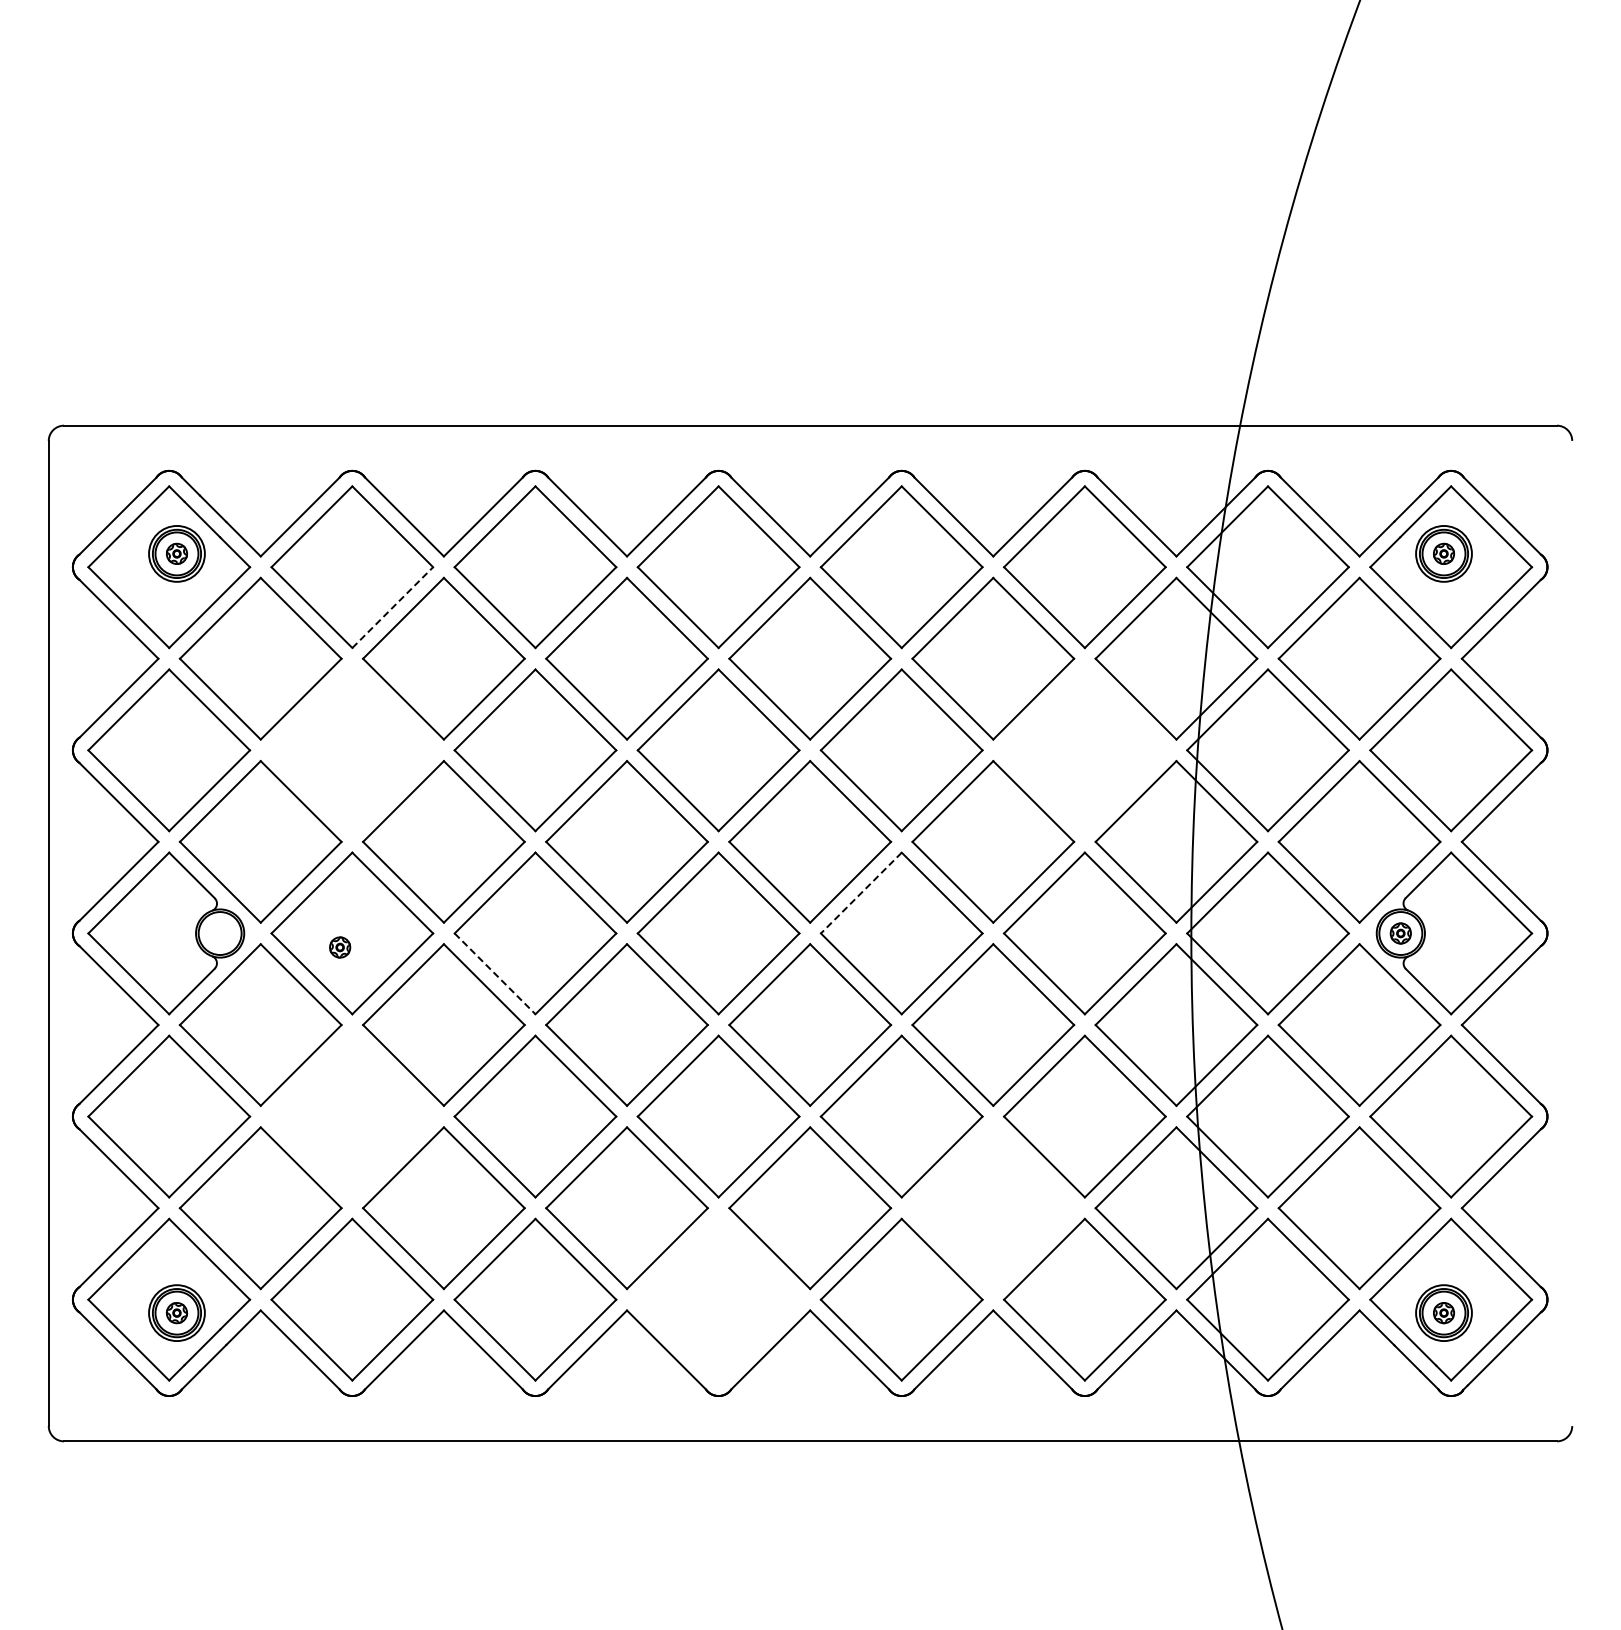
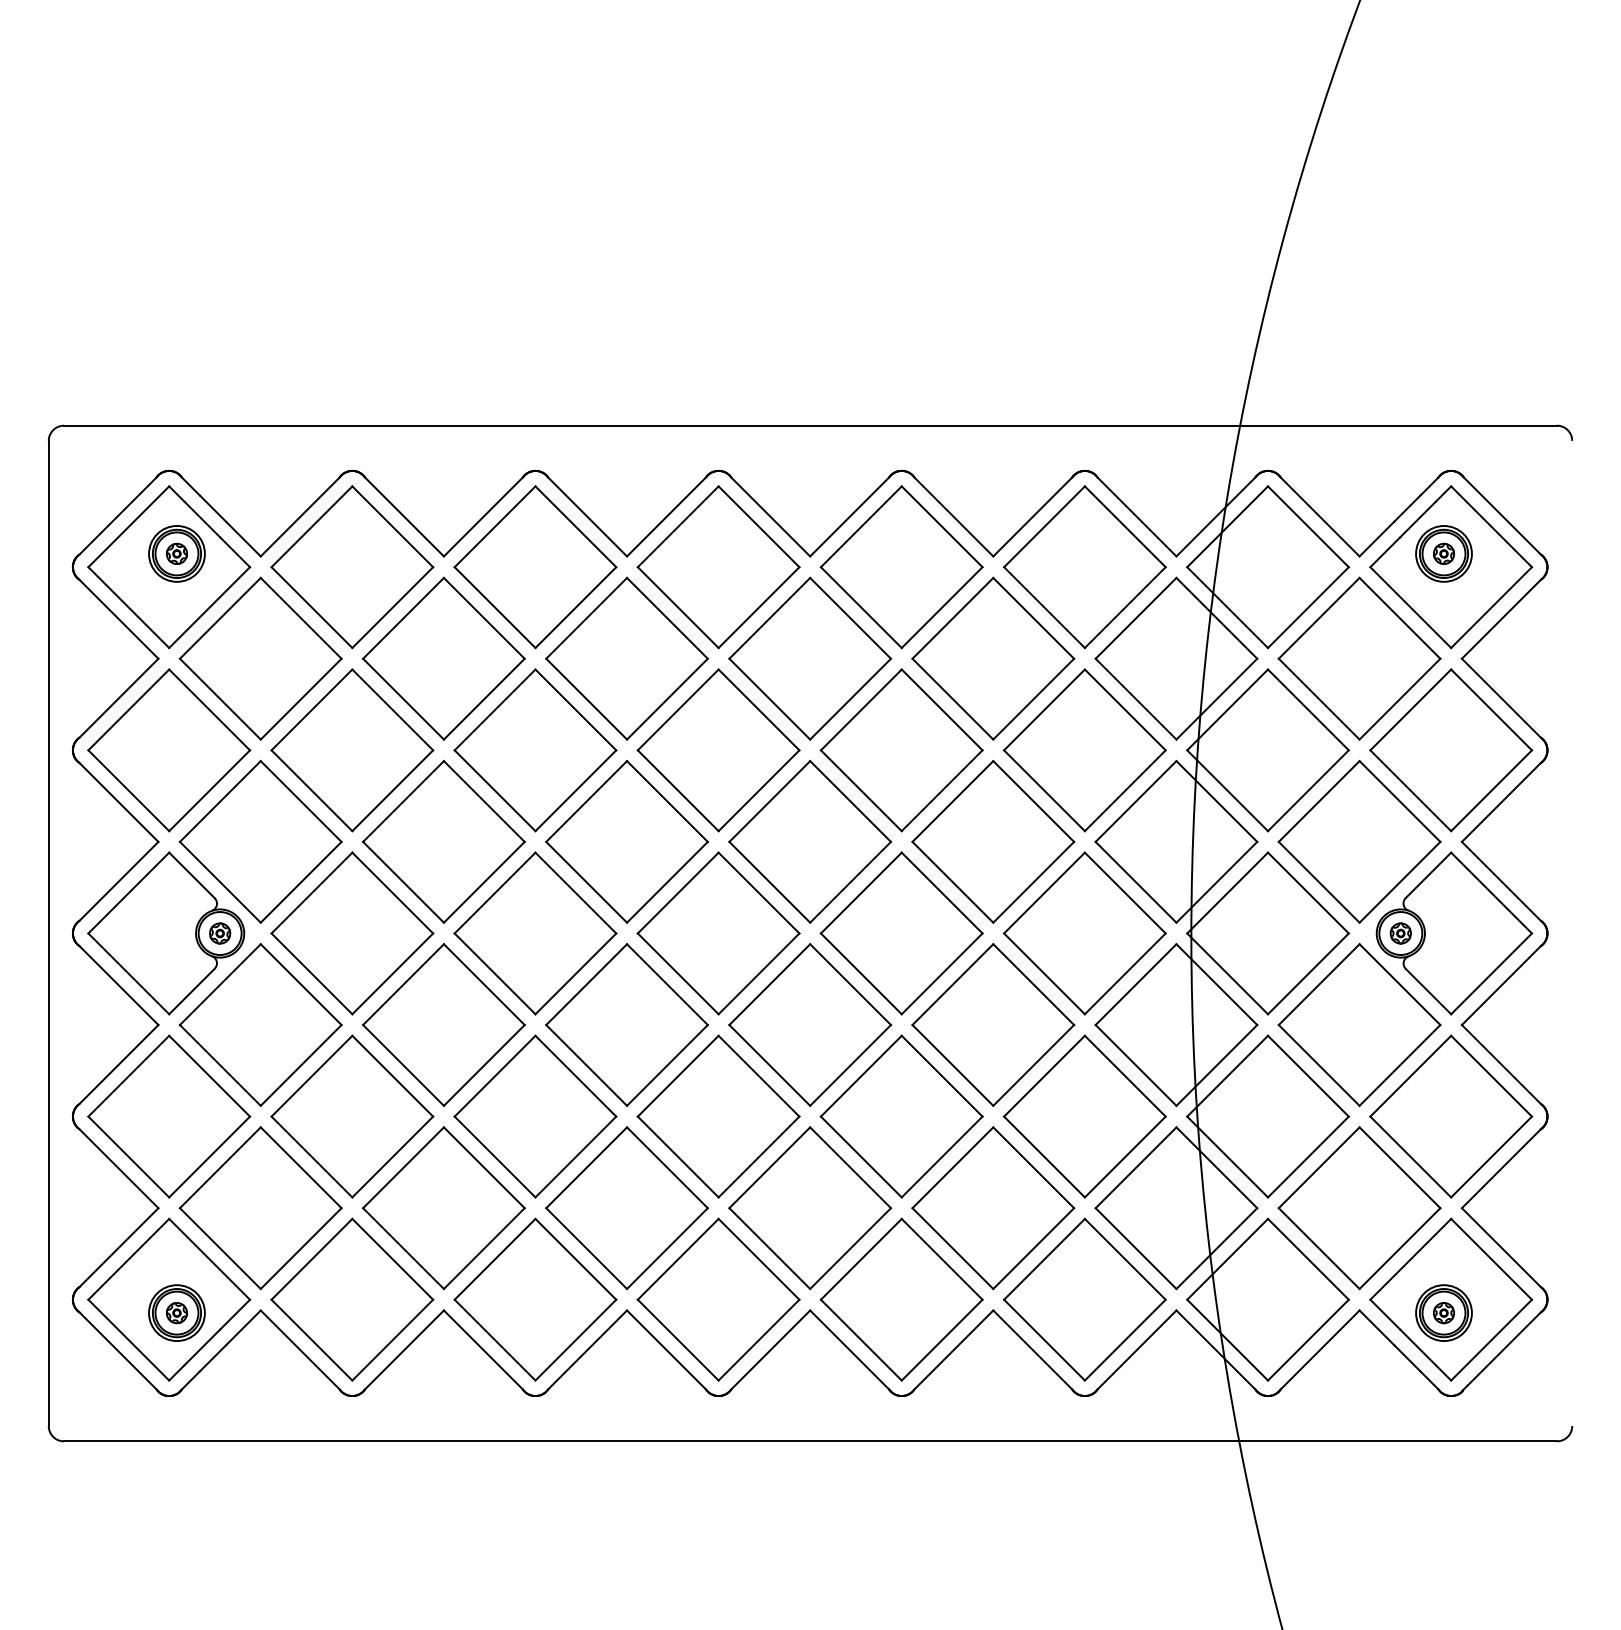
line at (393, 607): dashed -> solid
part at (352, 750): none -> present
part at (1084, 750): none -> present
line at (861, 893): dashed -> solid
part at (340, 947) position: (340, 947) -> (220, 933)
line at (495, 974): dashed -> solid
part at (352, 1116): none -> present
part at (993, 1208): none -> present
part at (718, 1299): none -> present
